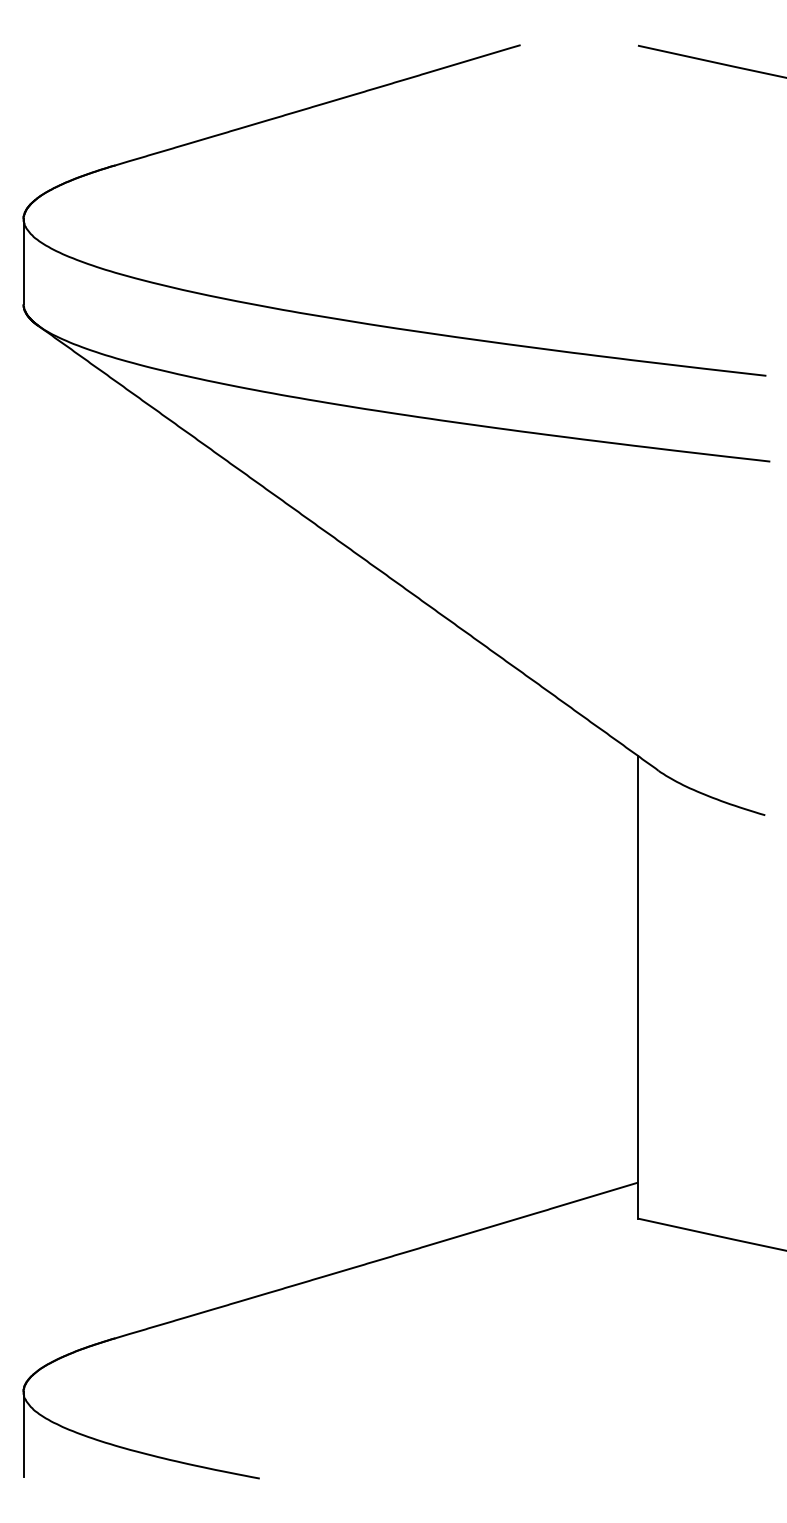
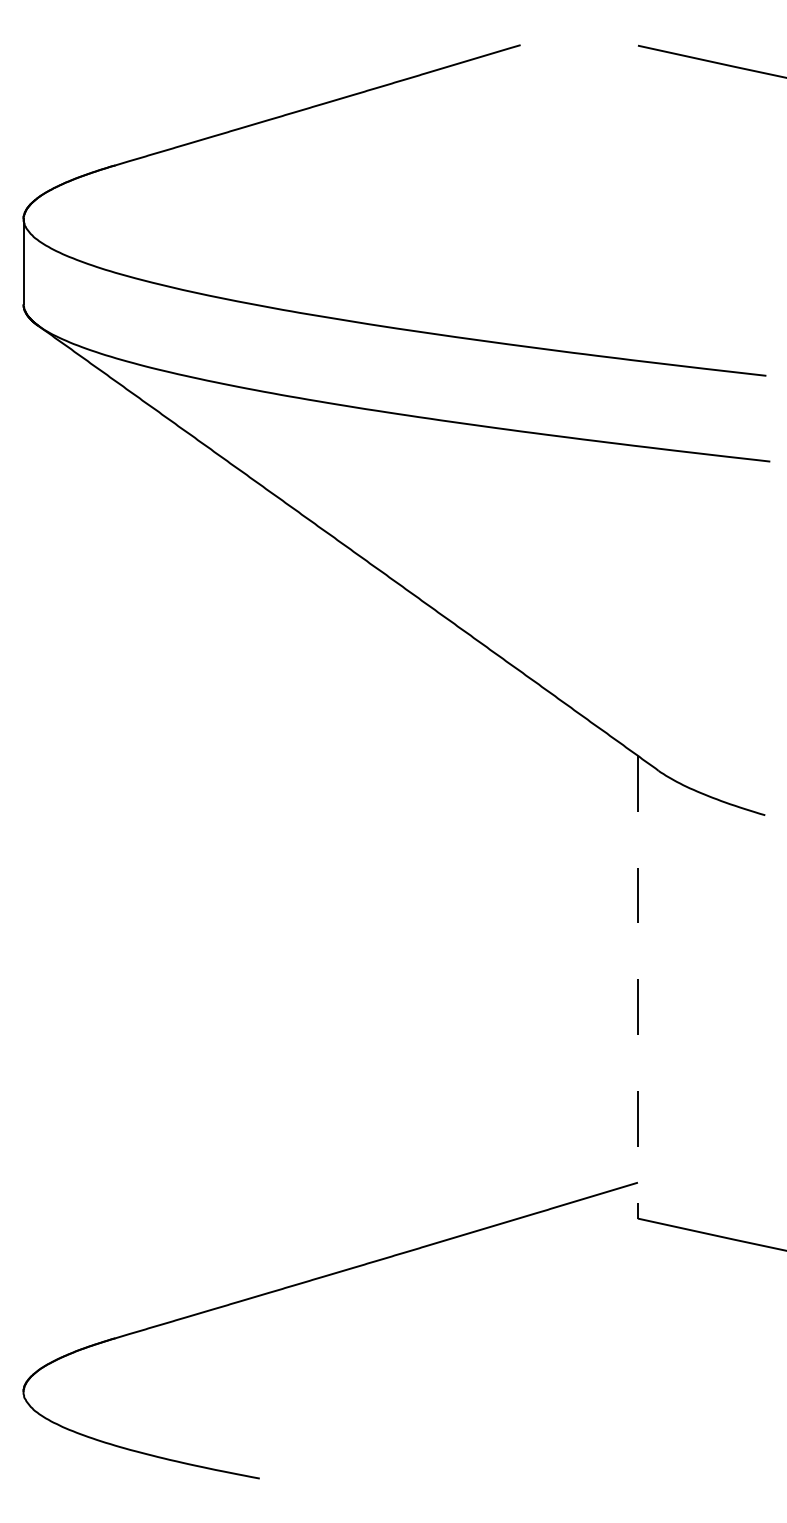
line at (637, 987): solid -> dashed
line at (23, 1434): present -> none
